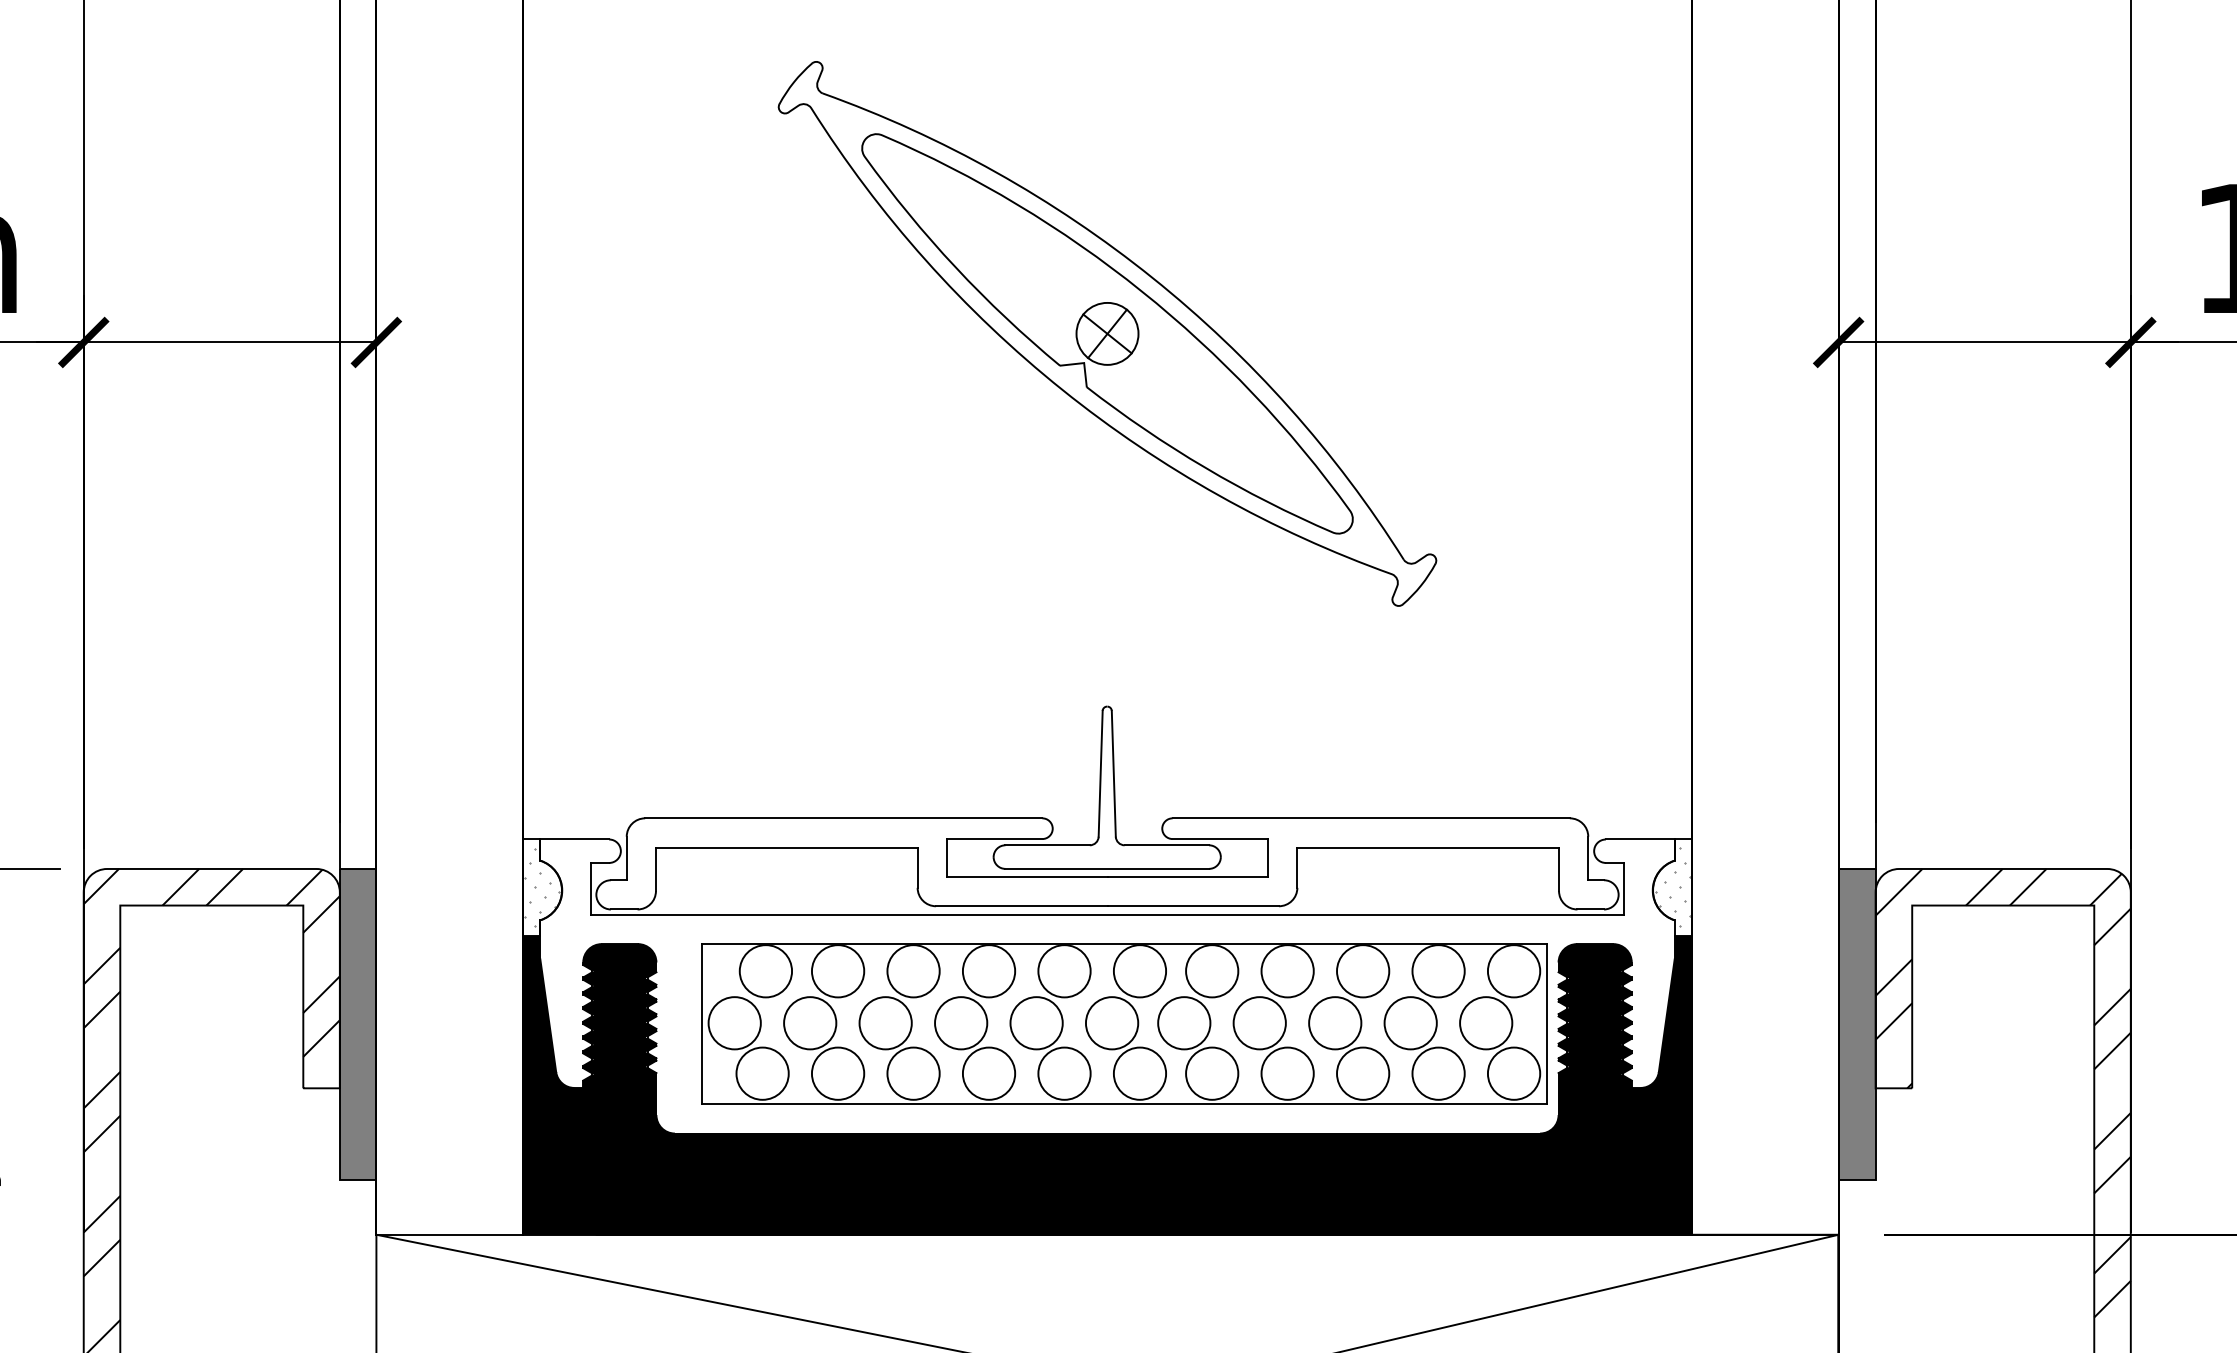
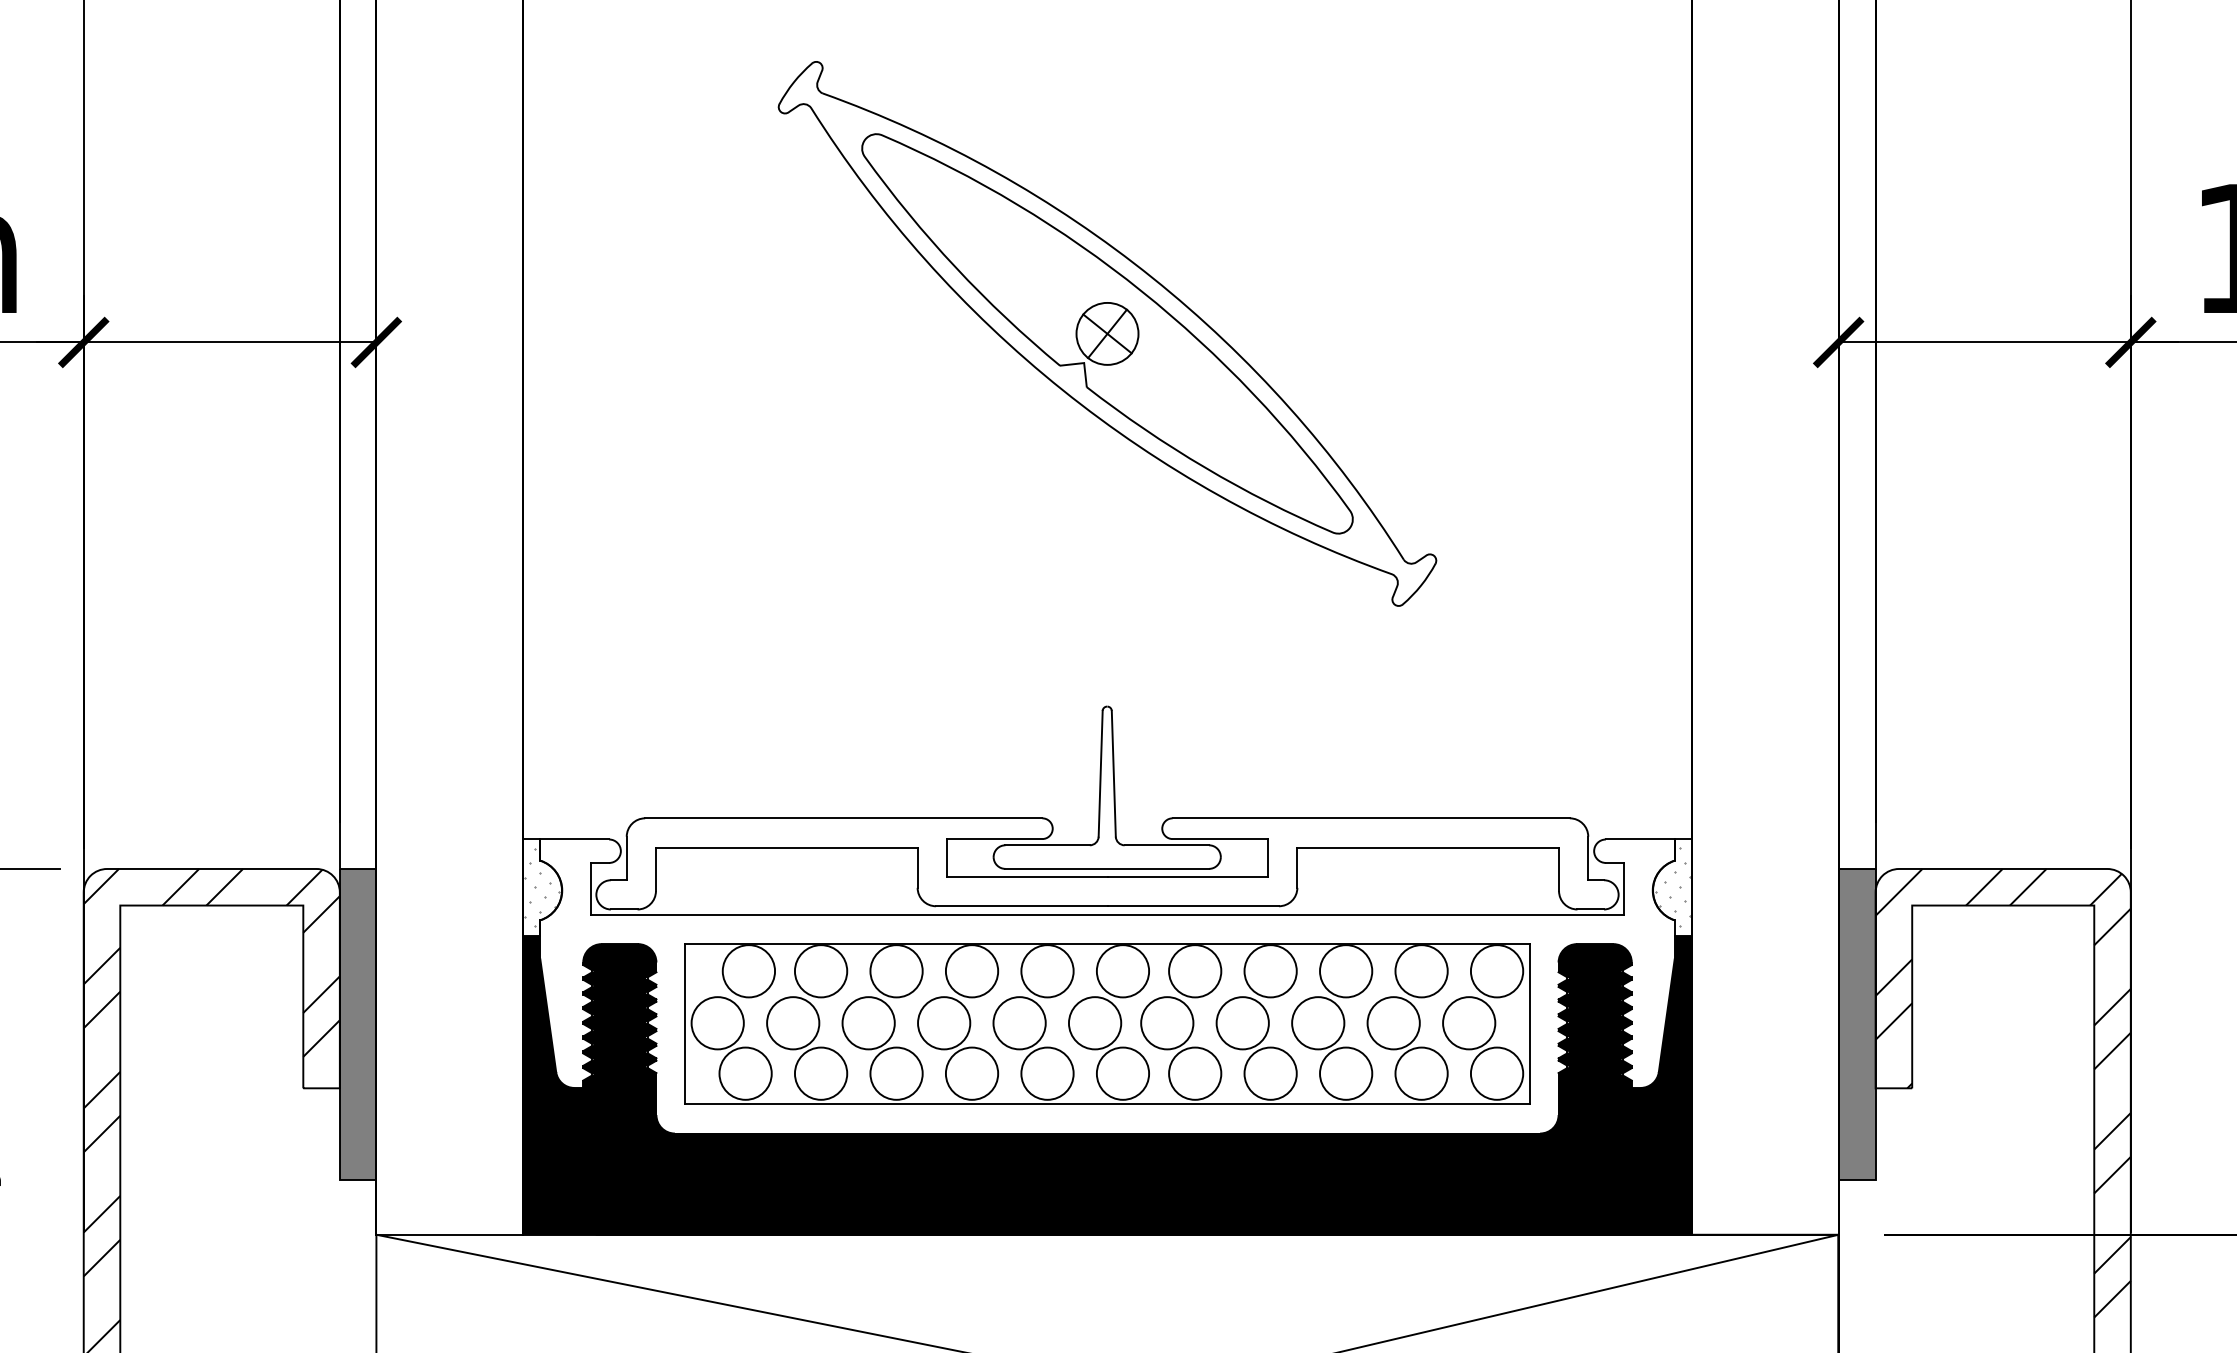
part at (1124, 1023) position: (1124, 1023) -> (1107, 1023)
